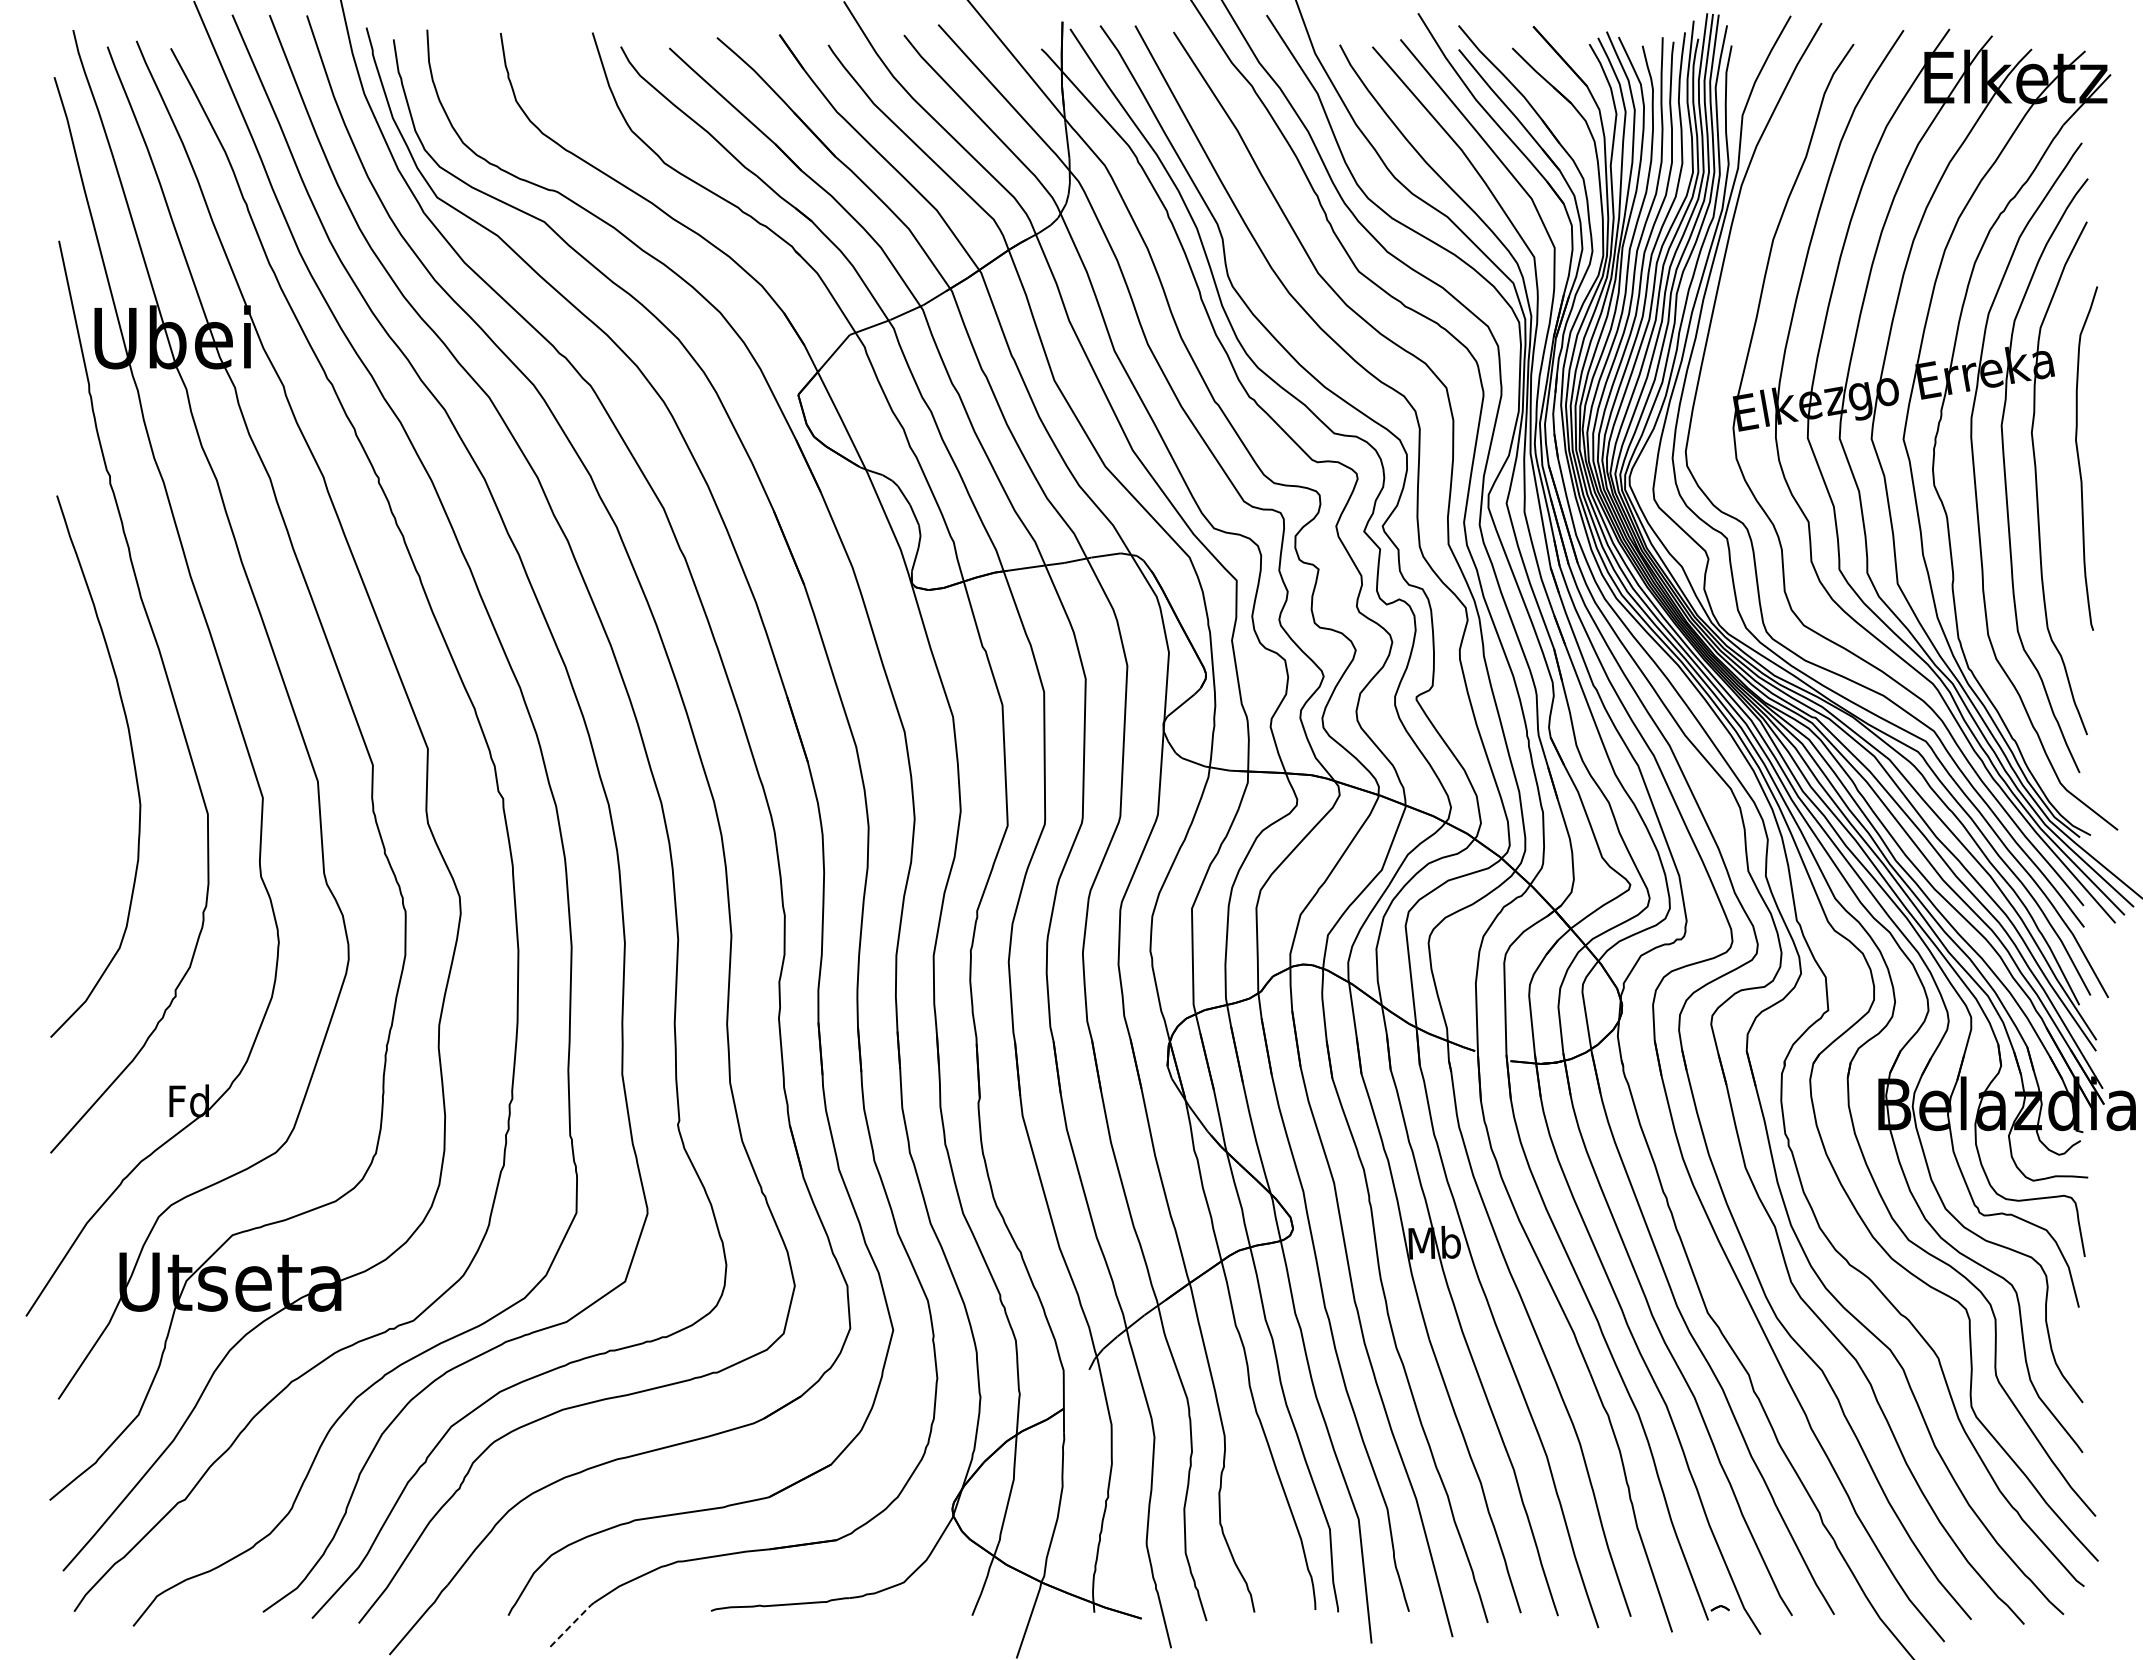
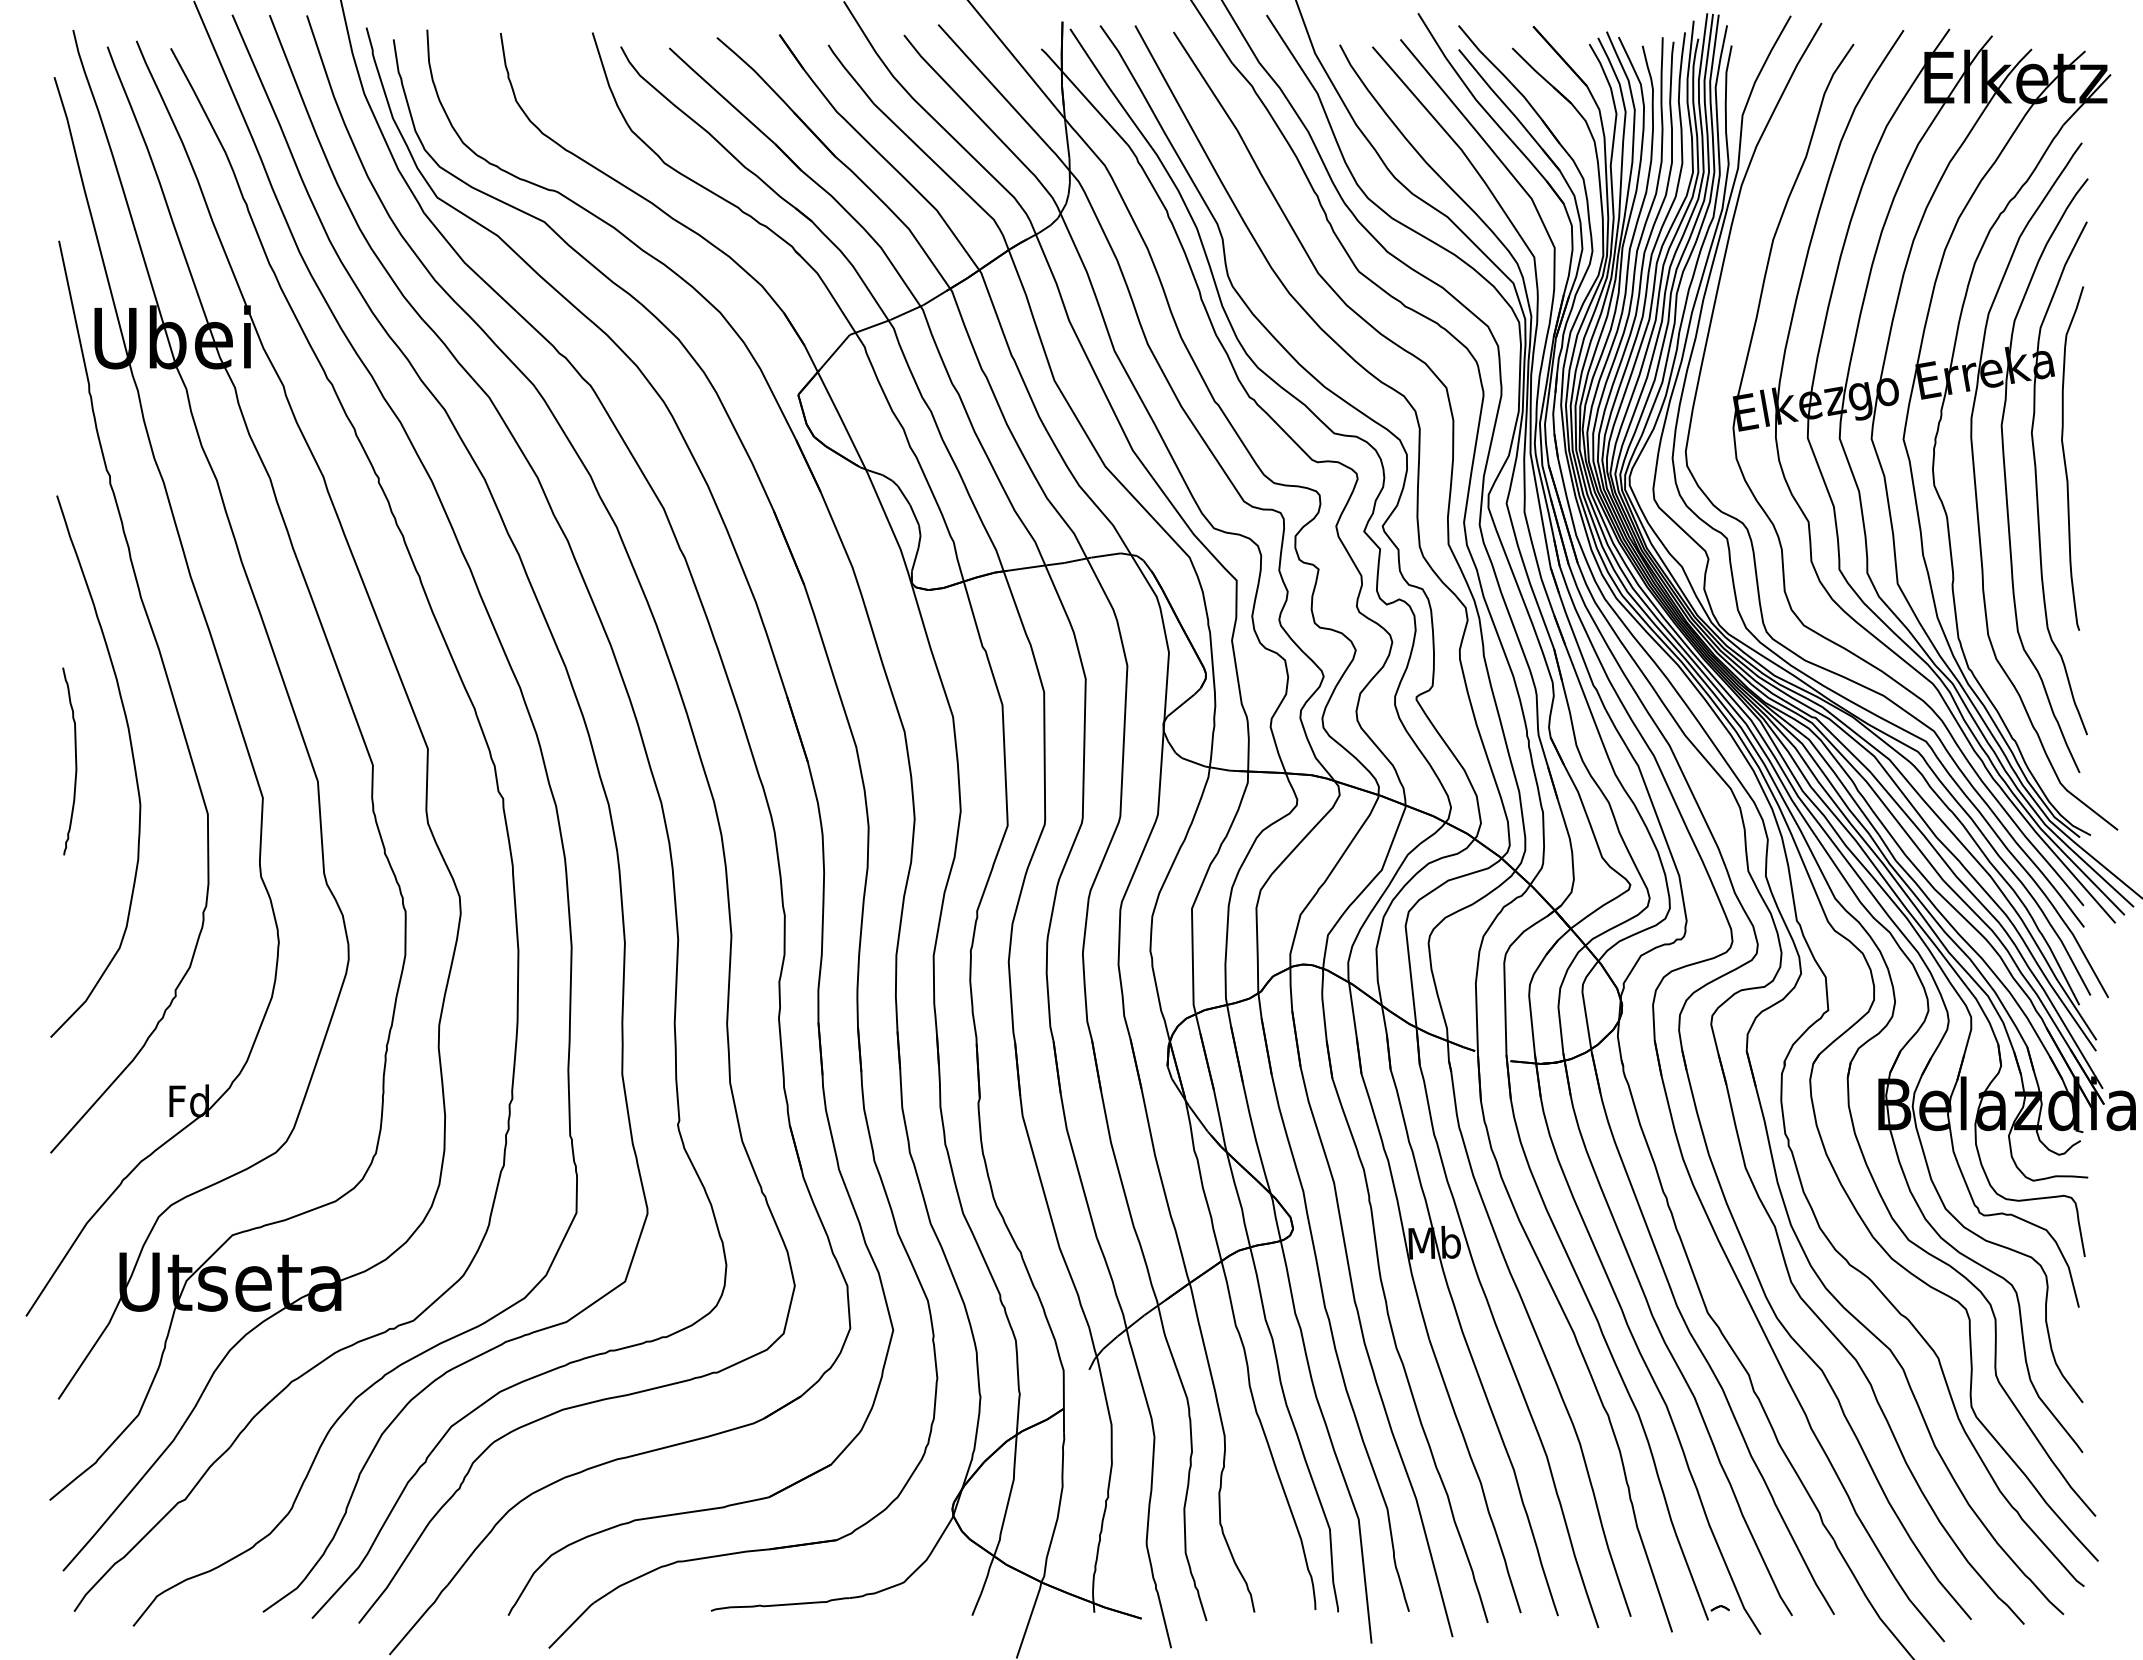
curve at (2079, 458) position: (2079, 458) -> (2065, 458)
curve at (75, 761): none -> present
line at (571, 1625): dashed -> solid
